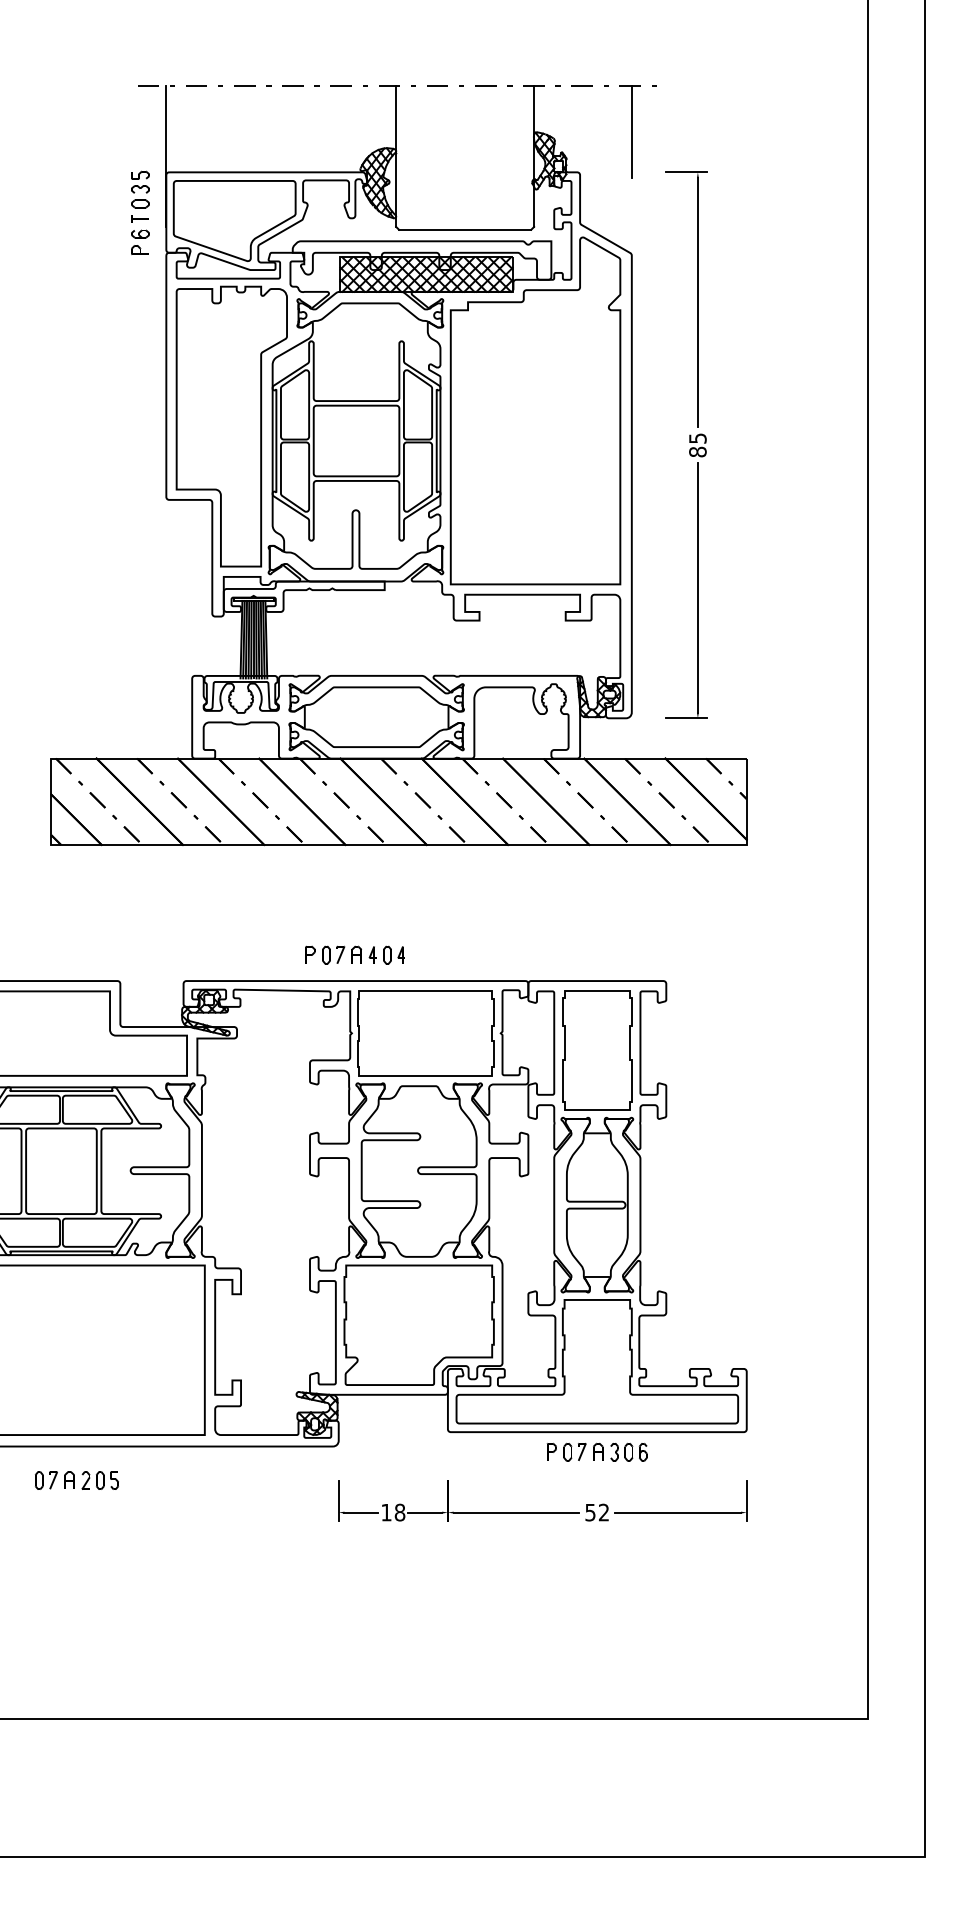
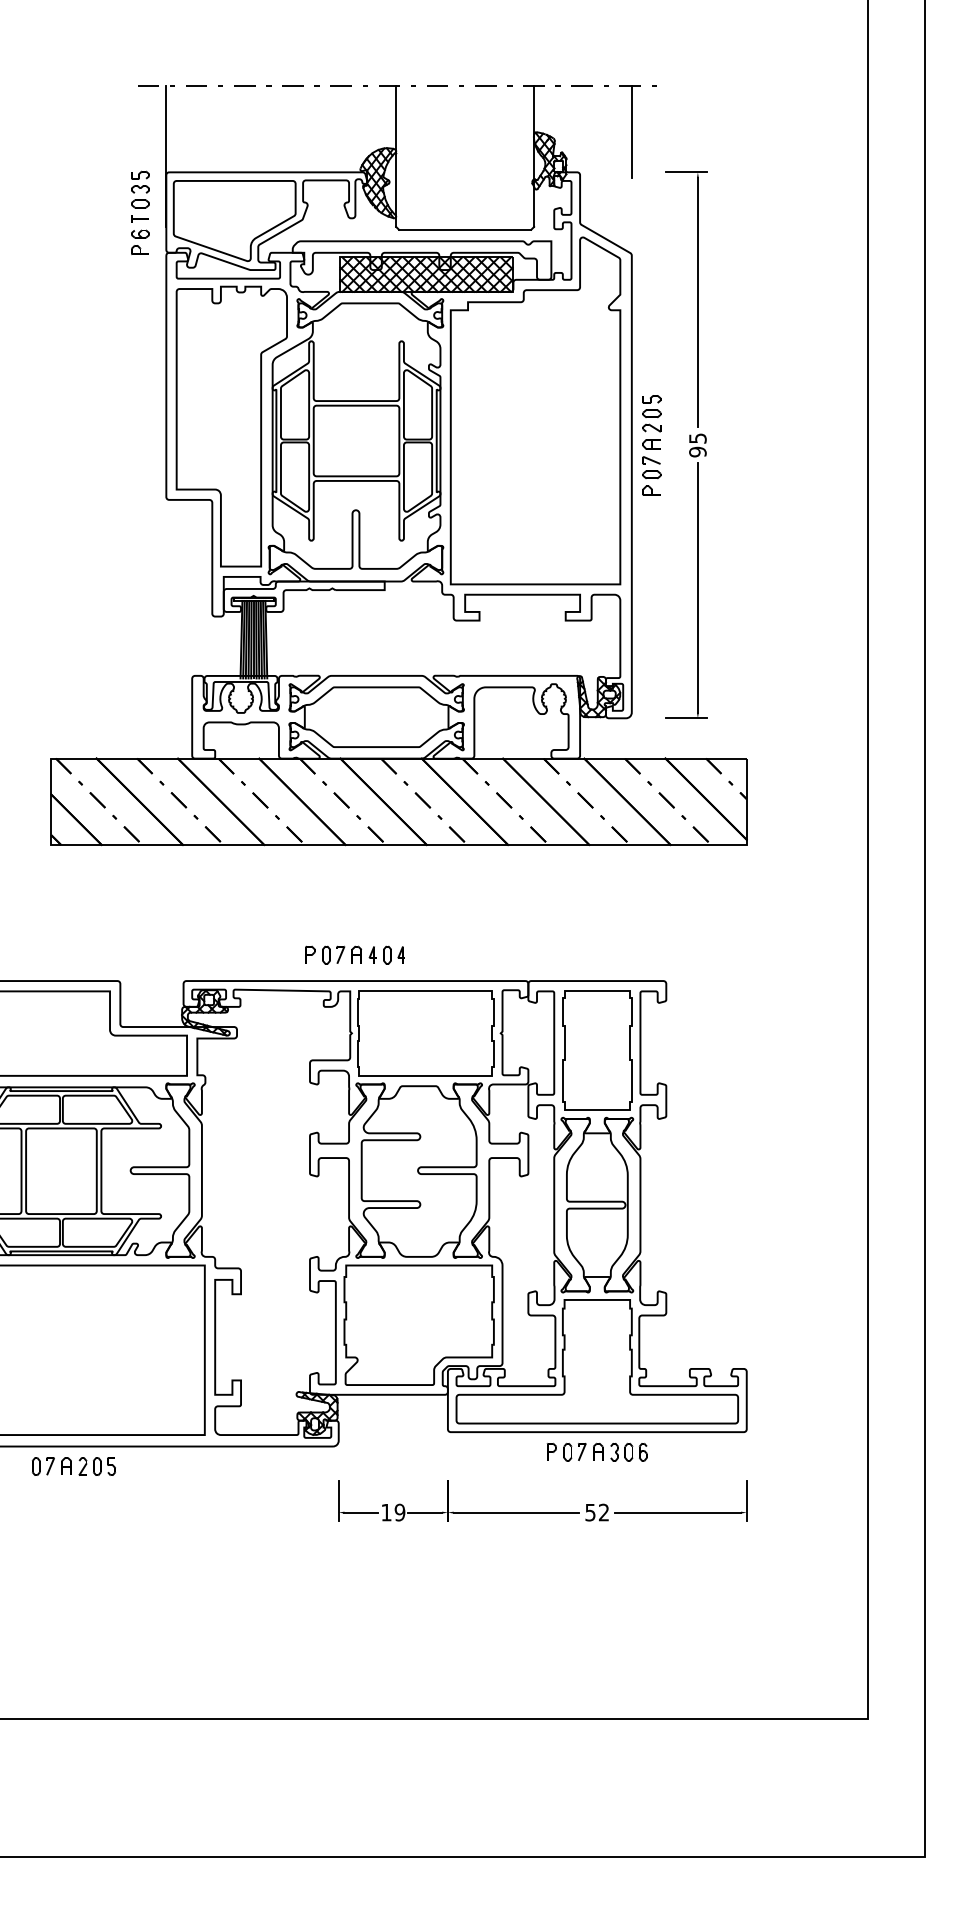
part at (651, 445): none -> present
text at (697, 451): 85 -> 95
part at (76, 1480) position: (76, 1480) -> (73, 1466)
text at (399, 1512): 18 -> 19
